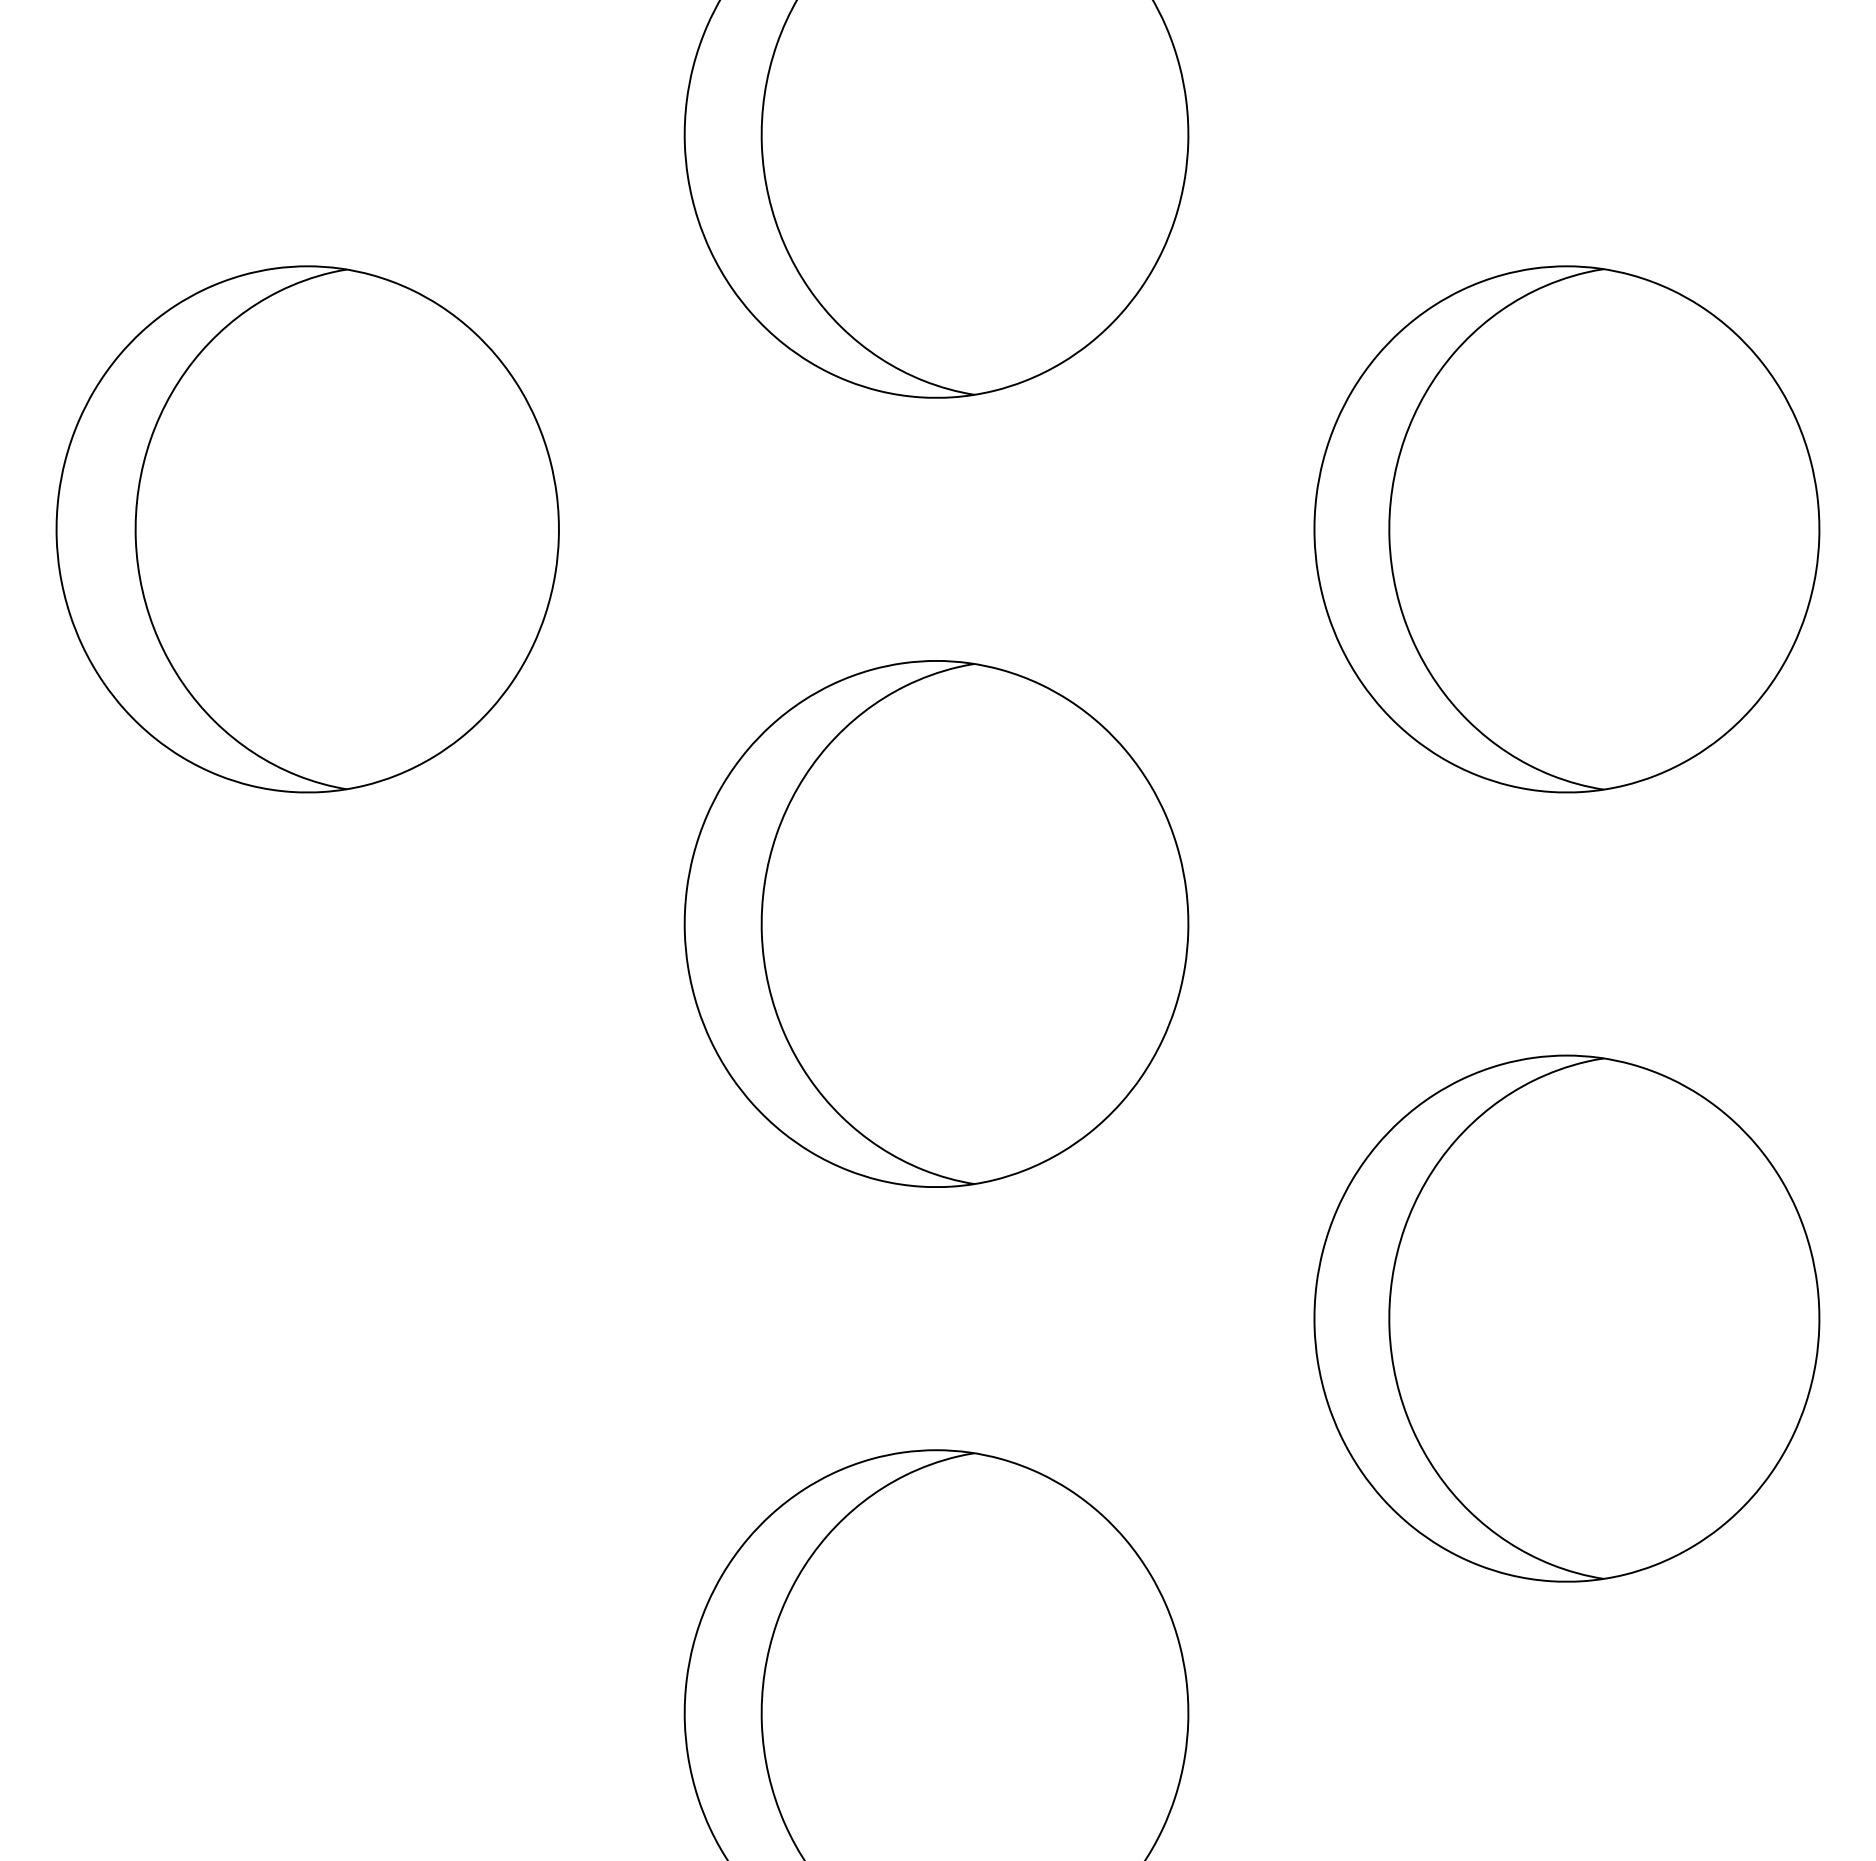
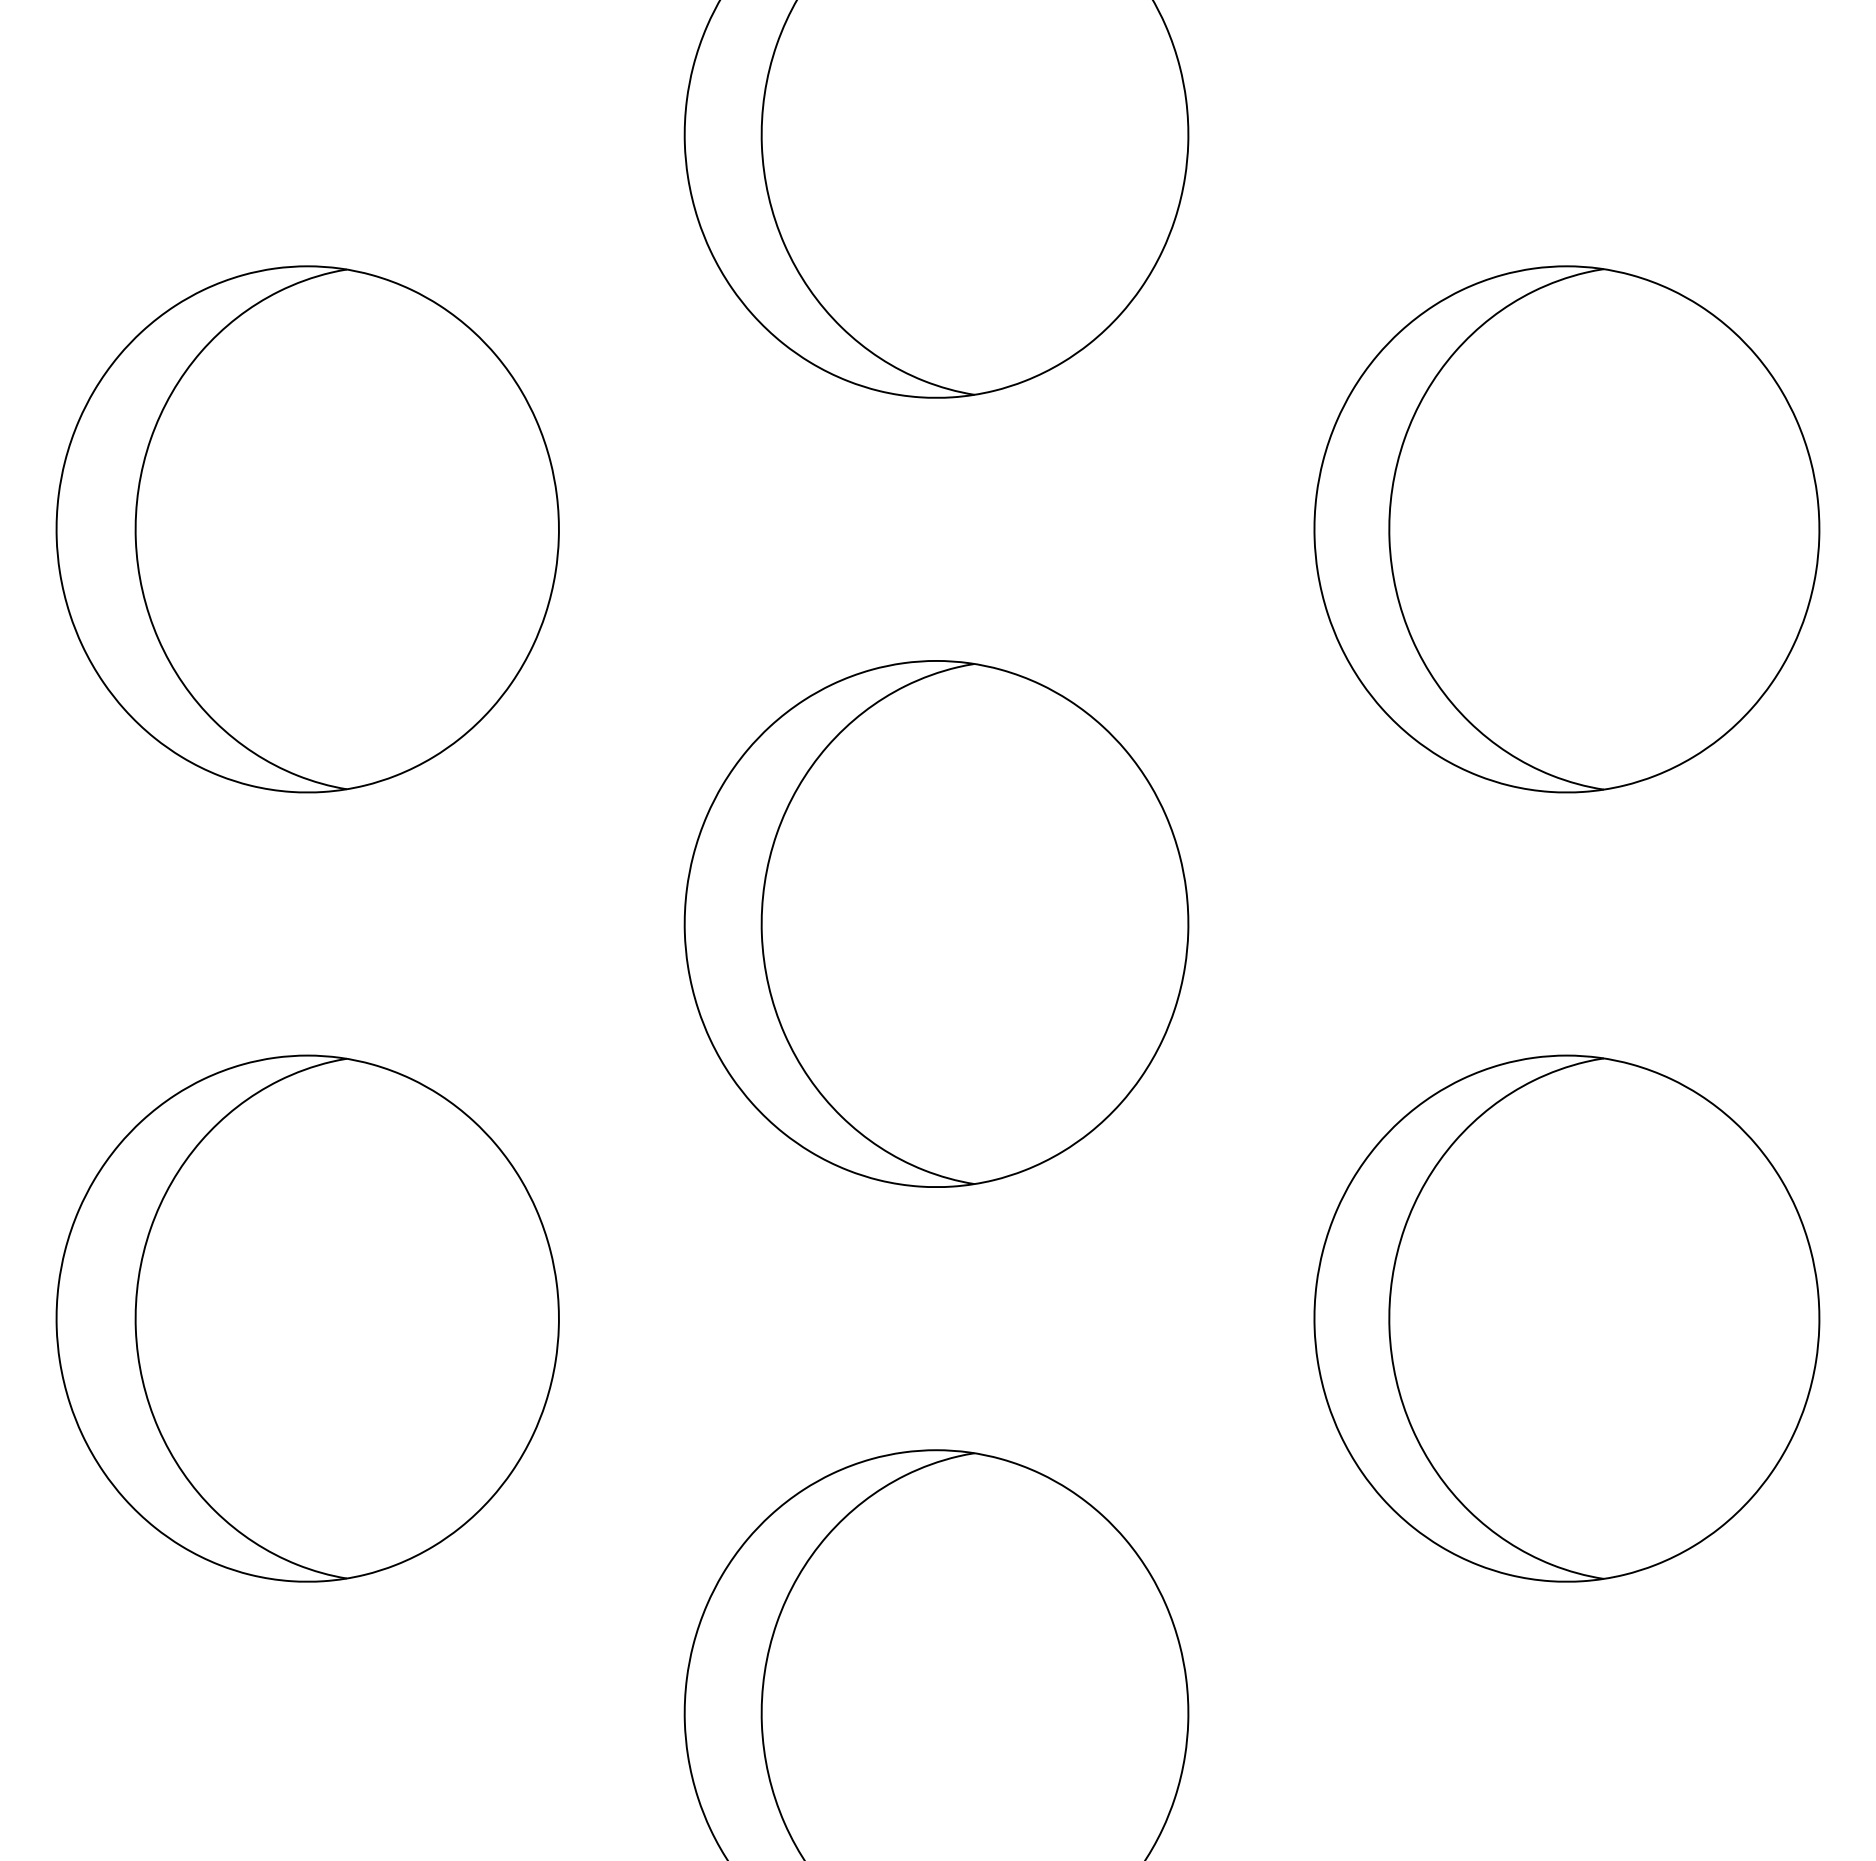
part at (307, 1318): none -> present
